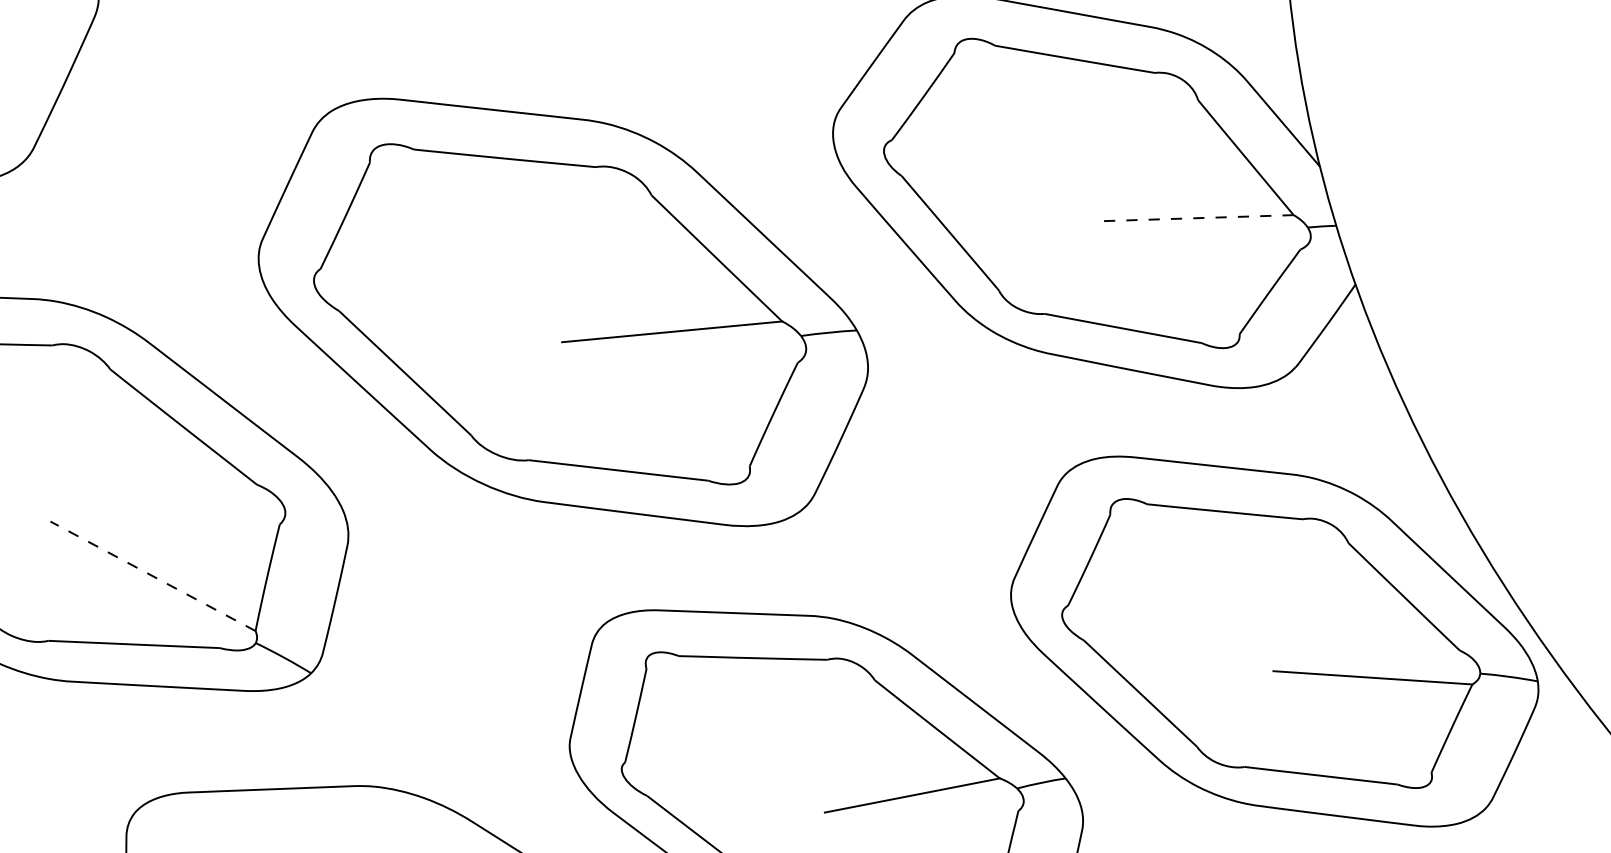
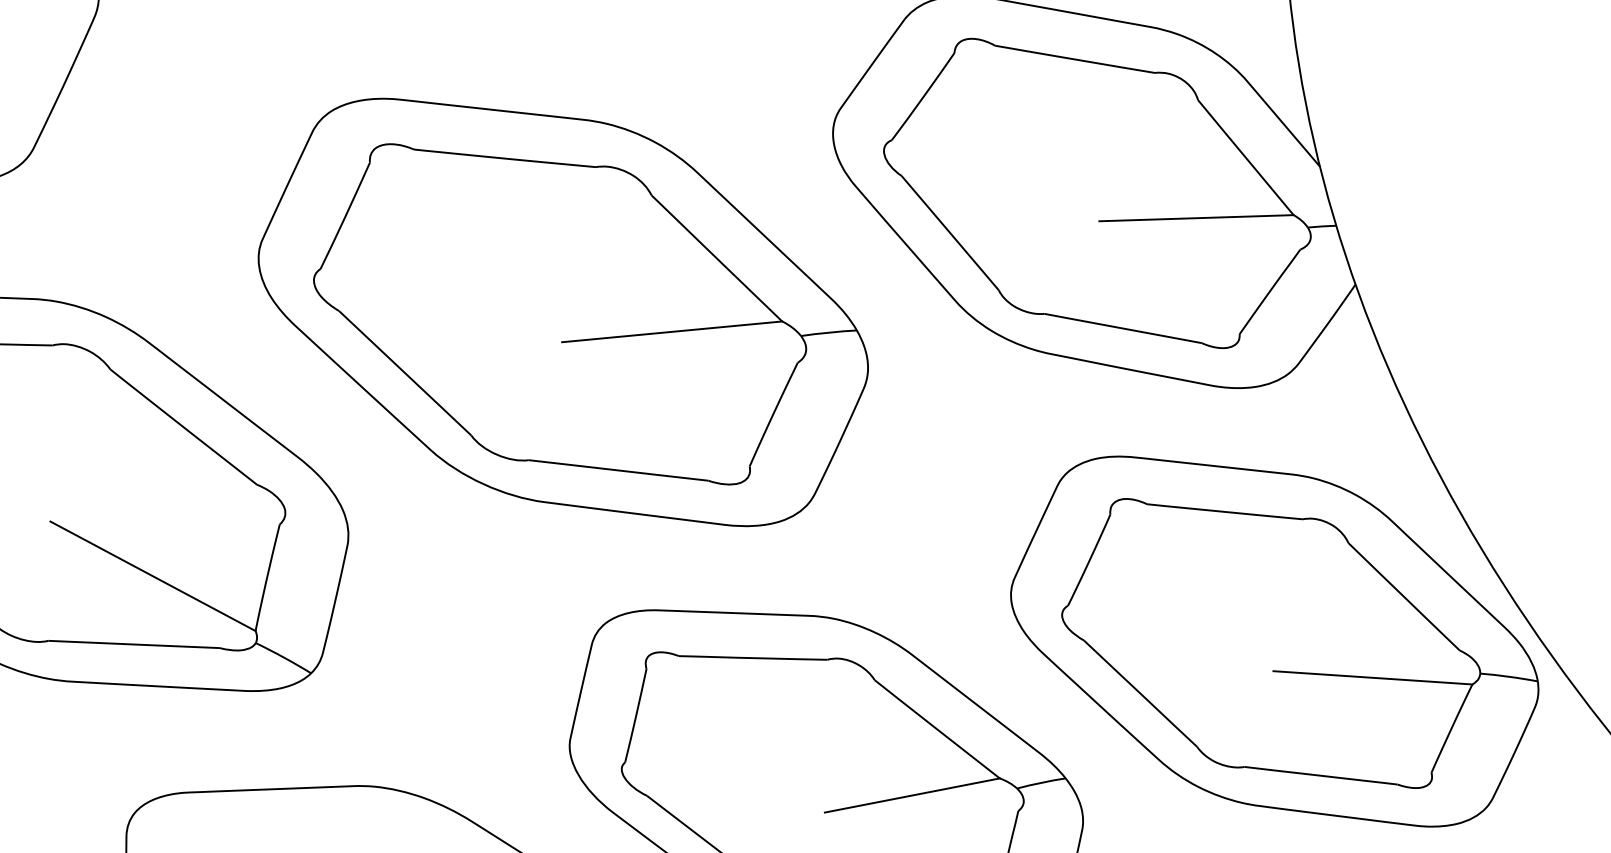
line at (1196, 218): dashed -> solid
line at (152, 576): dashed -> solid
